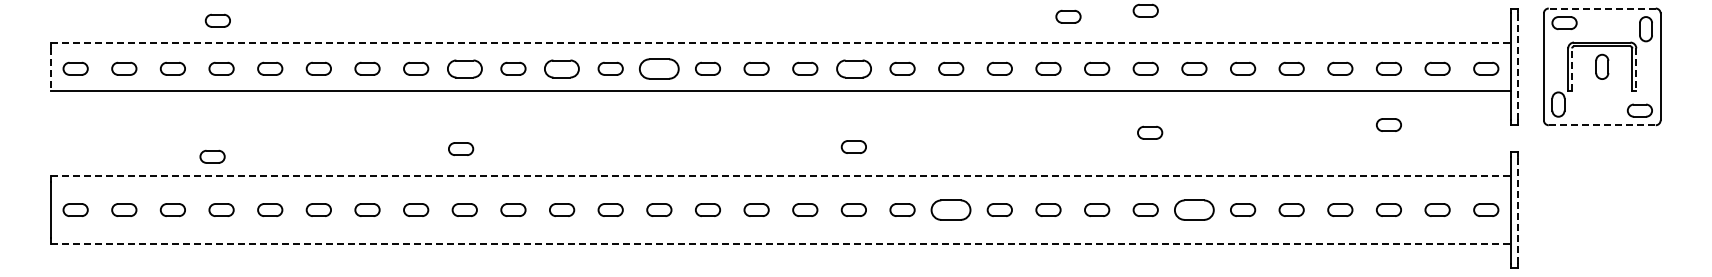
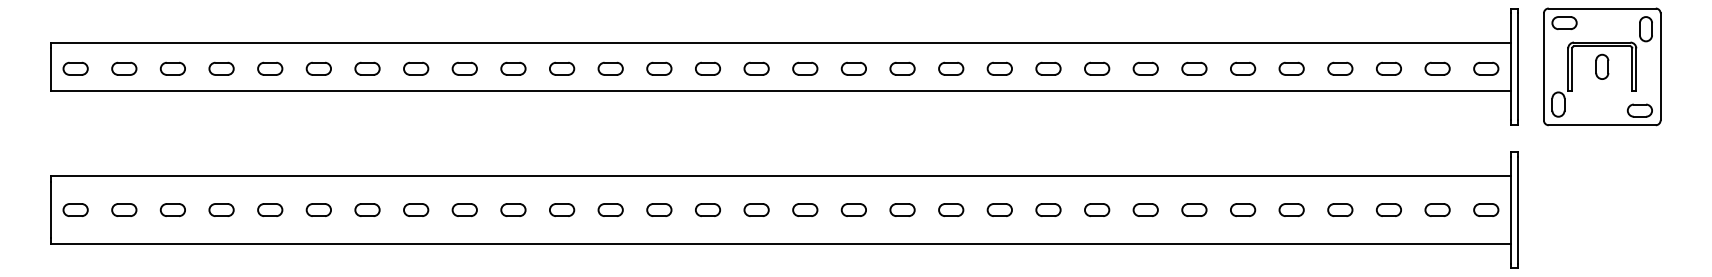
line at (1602, 8): dashed -> solid
part at (1145, 10): present -> none
part at (1068, 16): present -> none
part at (217, 20): present -> none
line at (780, 42): dashed -> solid
line at (1518, 66): dashed -> solid
part at (464, 68) size: 36x20 px -> 27x15 px
part at (561, 68) size: 36x20 px -> 27x15 px
part at (659, 68) size: 41x22 px -> 27x15 px
part at (853, 68) size: 36x20 px -> 27x15 px
line at (1572, 69): dashed -> solid
line at (51, 70): dashed -> solid
line at (1636, 70): dashed -> solid
part at (1388, 124): present -> none
line at (1602, 125): dashed -> solid
part at (1150, 132): present -> none
part at (853, 146): present -> none
part at (461, 148): present -> none
part at (212, 156): present -> none
line at (780, 176): dashed -> solid
part at (950, 209) size: 42x22 px -> 27x14 px
part at (1194, 209) size: 41x22 px -> 27x14 px
line at (1518, 210): dashed -> solid
line at (780, 244): dashed -> solid
